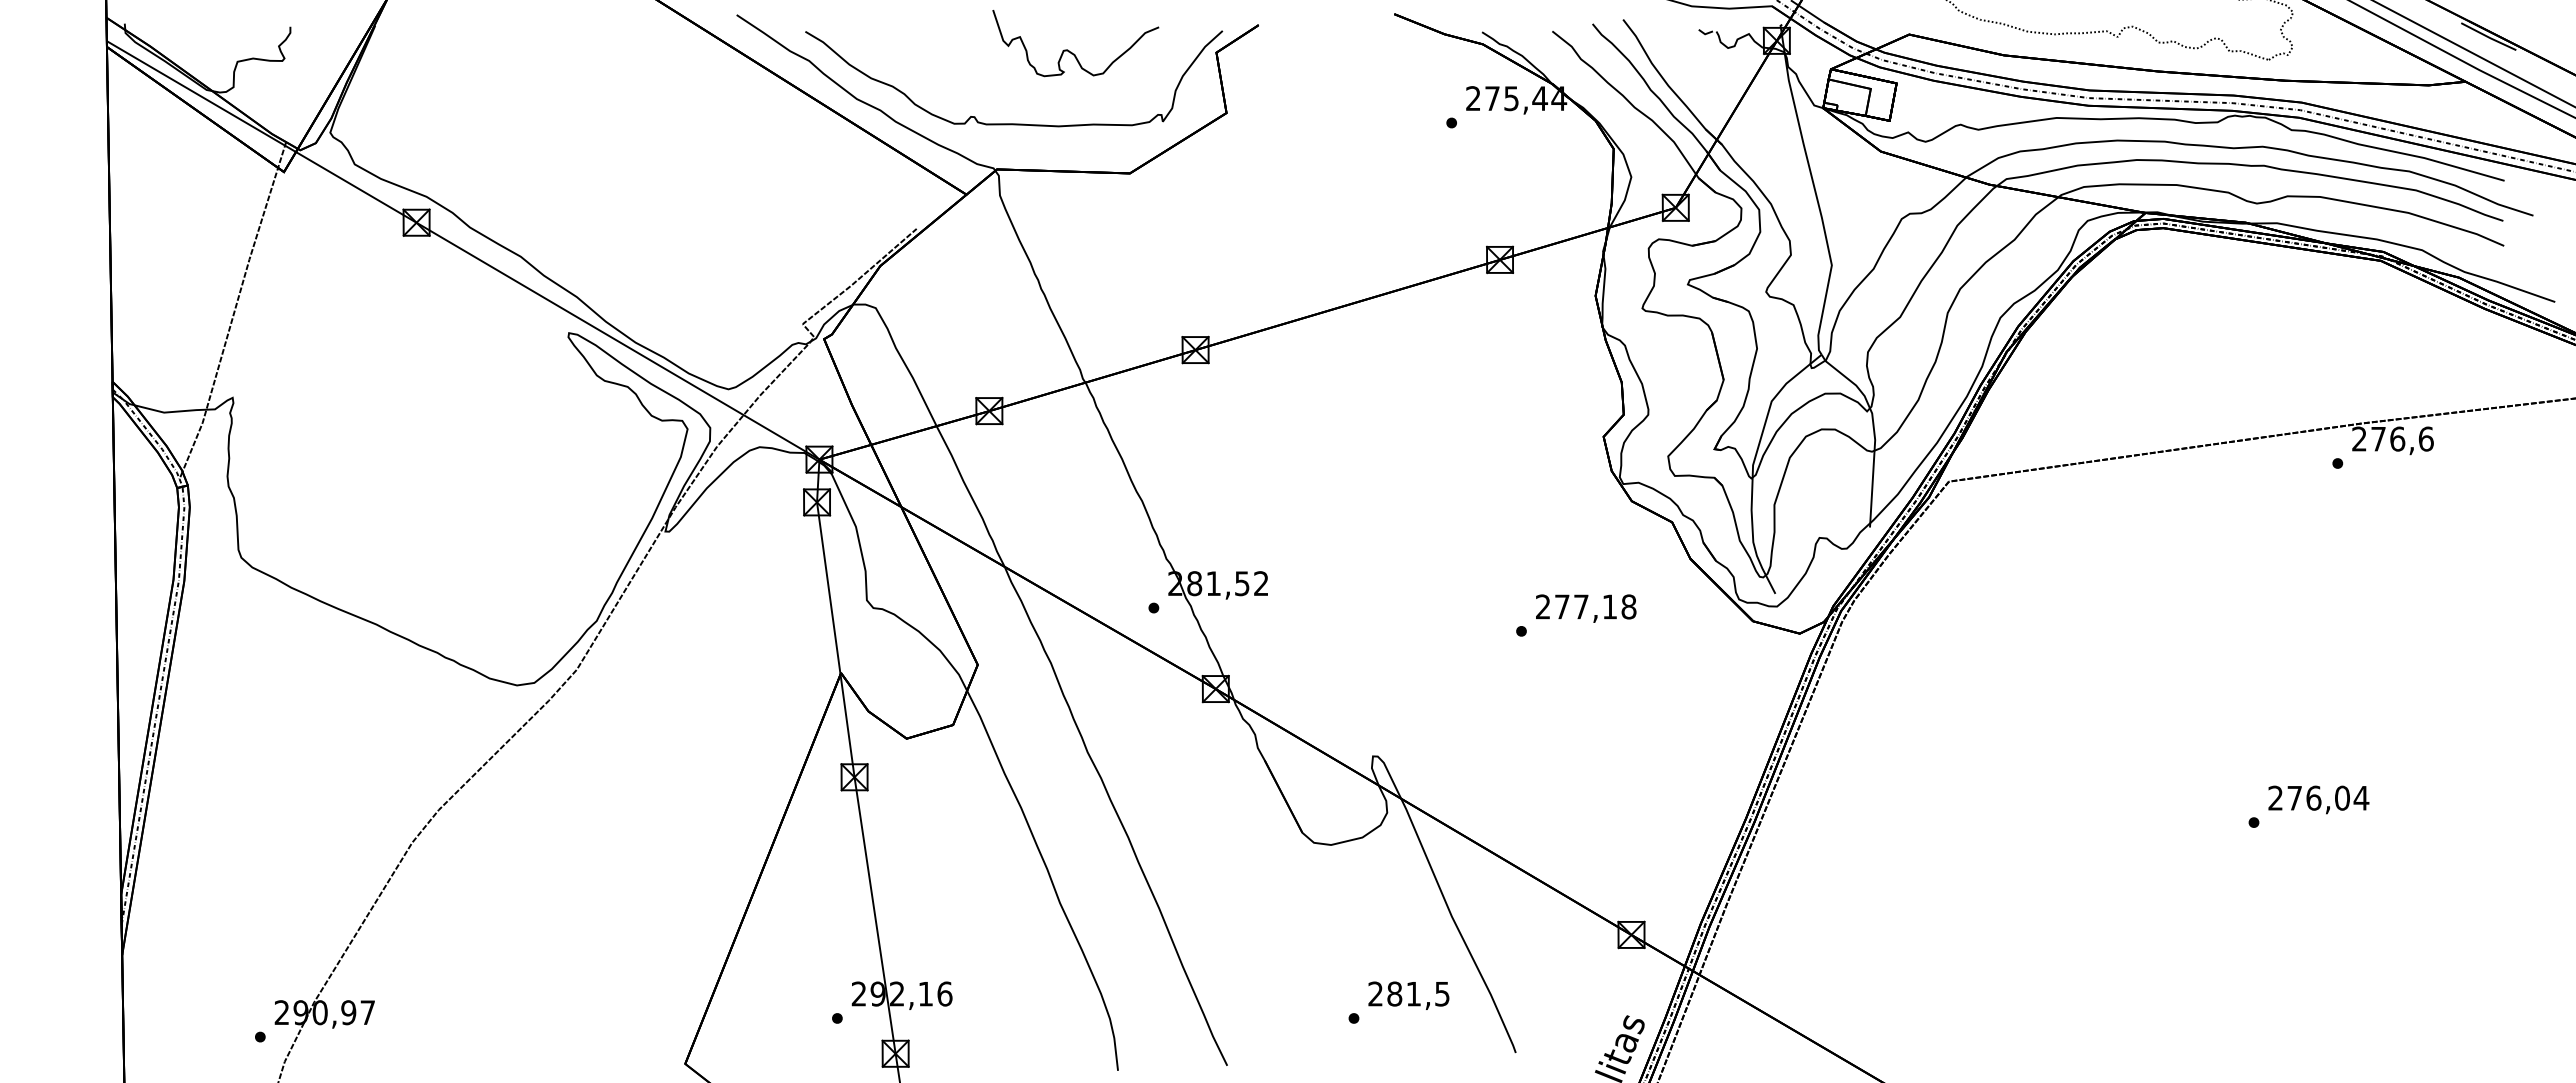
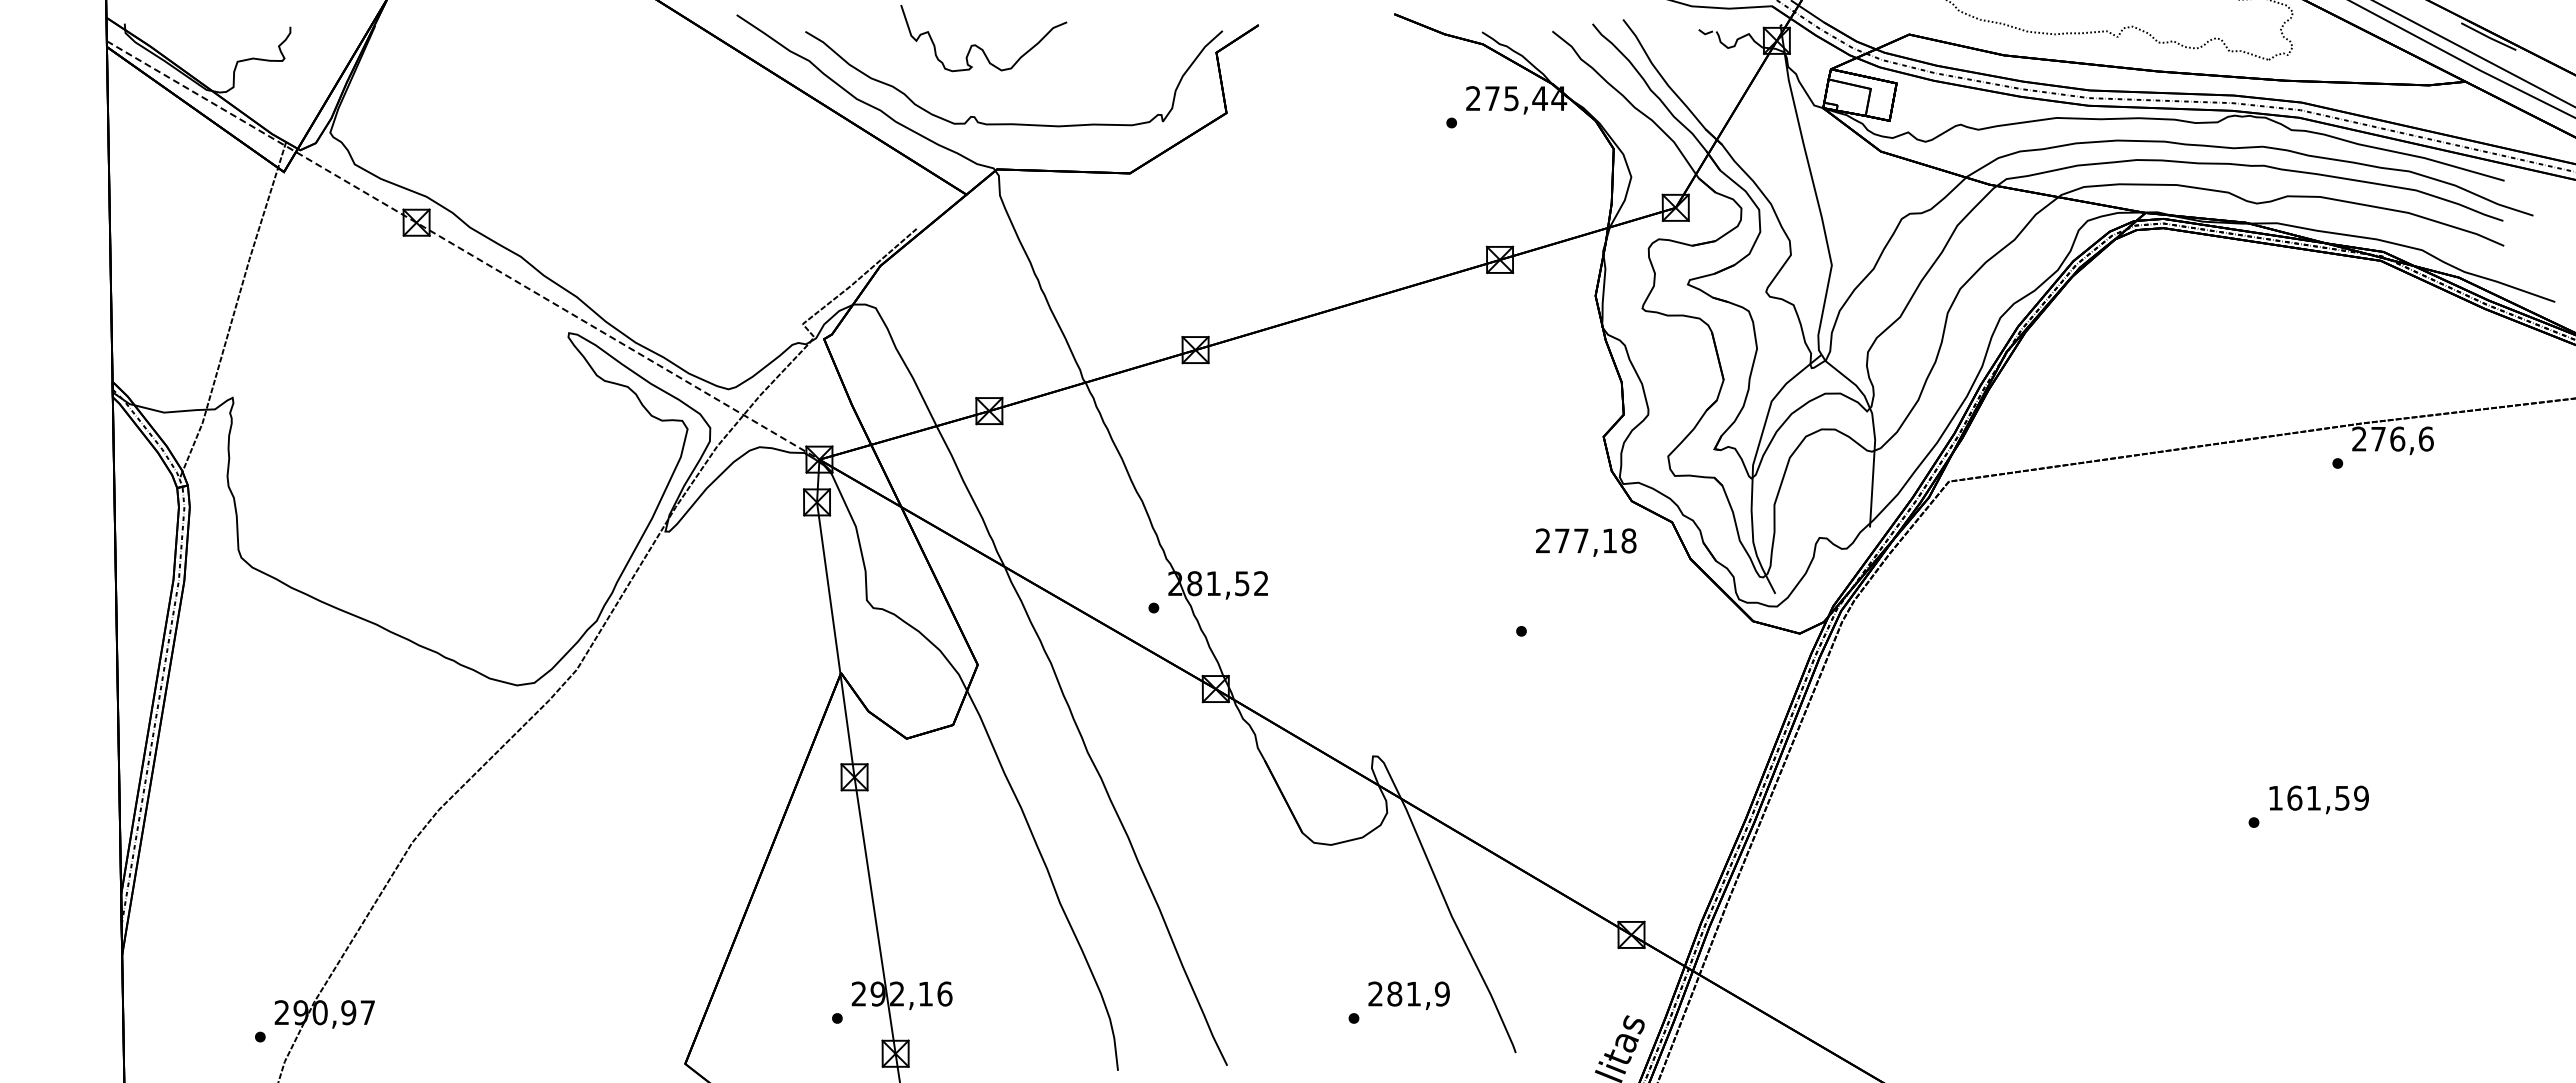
curve at (1071, 51) position: (1071, 51) -> (979, 46)
line at (463, 250): solid -> dashed
text at (1586, 608) position: (1586, 608) -> (1586, 542)
text at (2318, 797): 276,04 -> 161,59
text at (1441, 993): 281,5 -> 281,9
